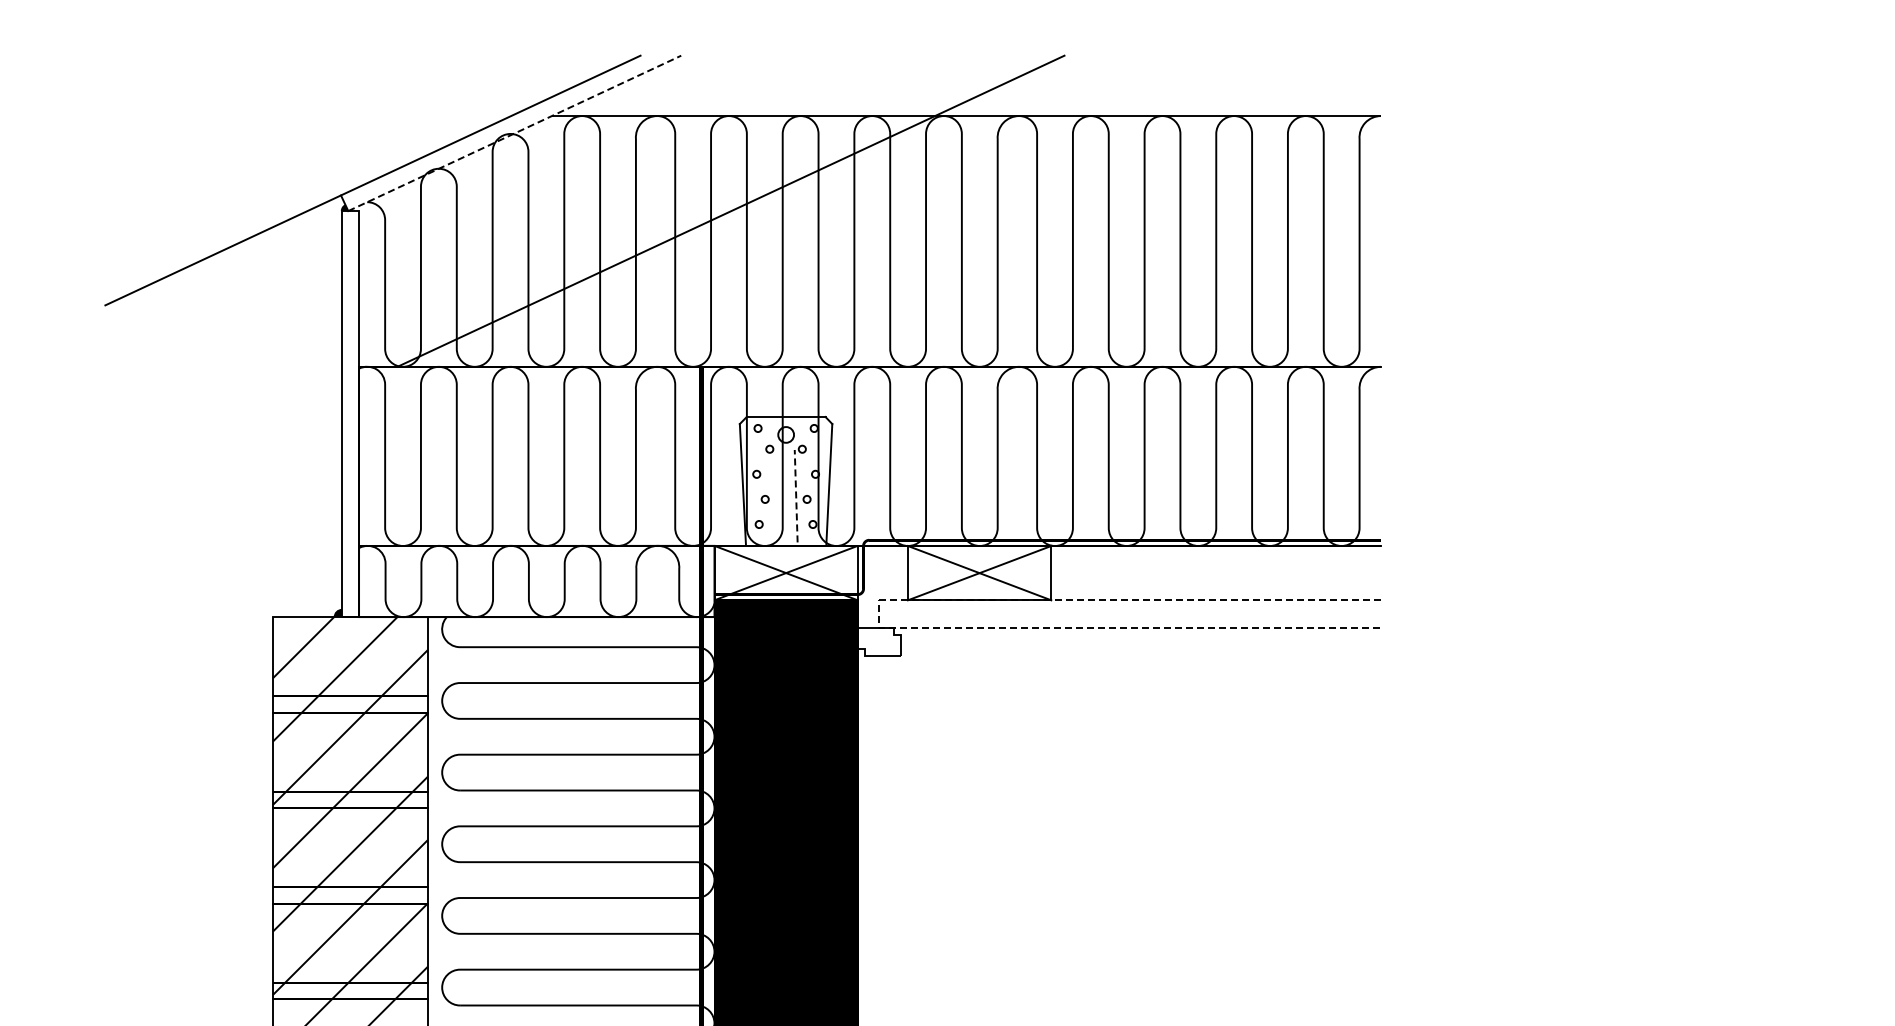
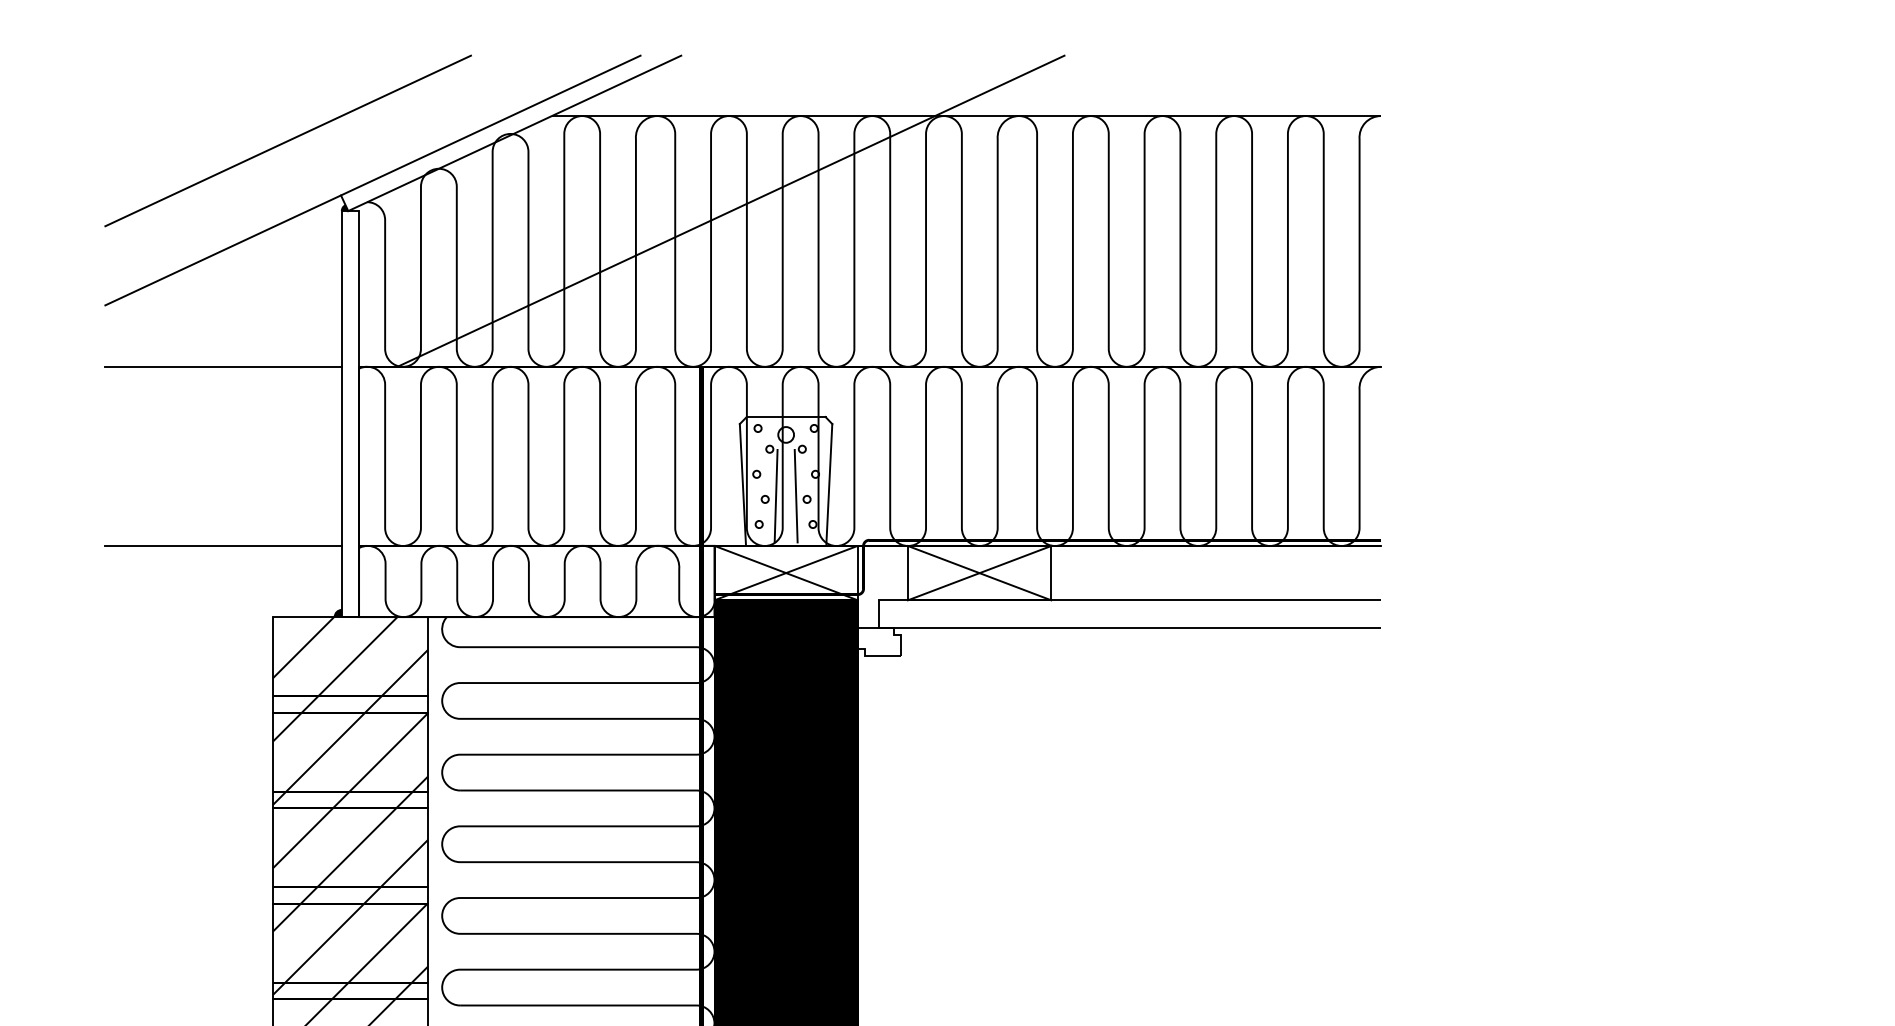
line at (514, 133): dashed -> solid
line at (287, 140): none -> present
line at (223, 366): none -> present
line at (775, 495): none -> present
line at (796, 495): dashed -> solid
line at (223, 546): none -> present
line at (879, 613): dashed -> solid
